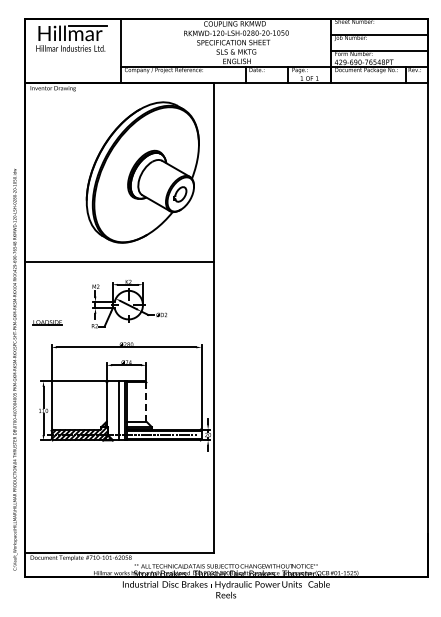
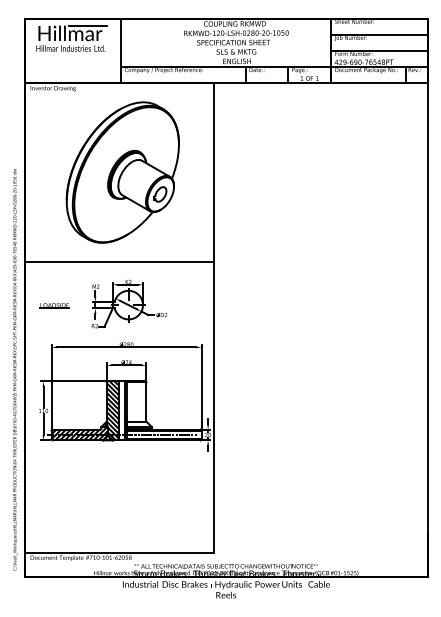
part at (142, 172) position: (142, 172) -> (122, 172)
part at (47, 322) position: (47, 322) -> (54, 305)
line at (146, 402): dashed -> solid
hatch at (112, 410): none -> present
